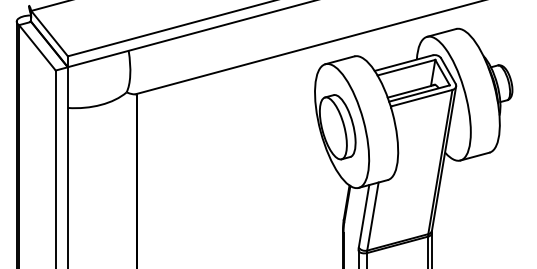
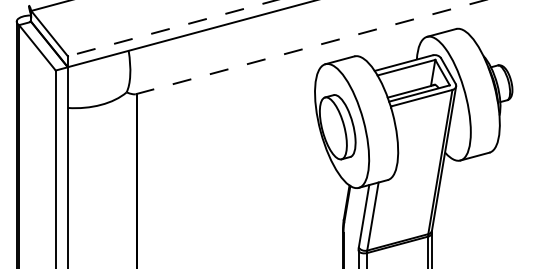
line at (172, 28): solid -> dashed
line at (310, 47): solid -> dashed
